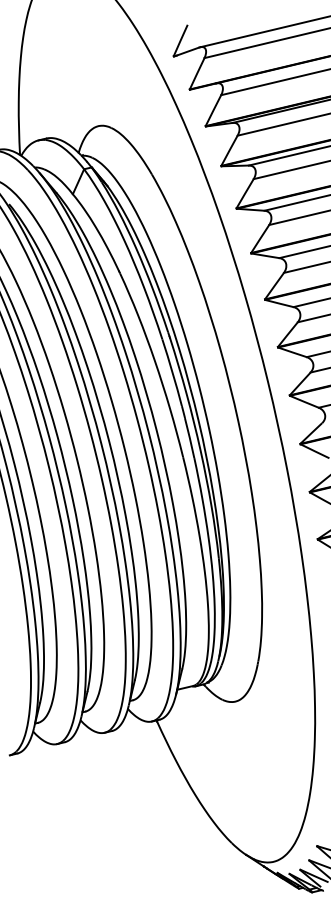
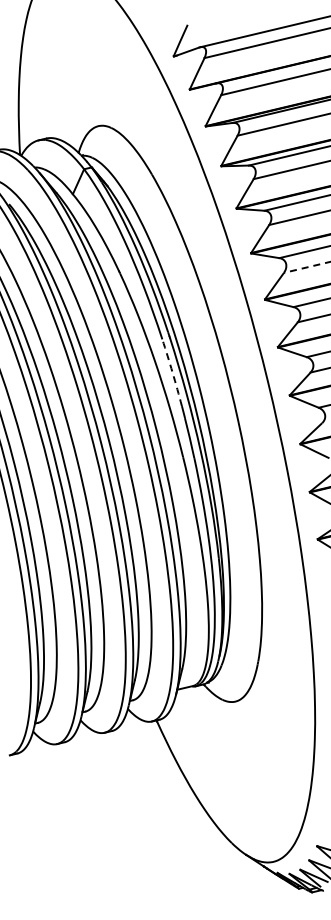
line at (307, 267): solid -> dashed
arc at (172, 372): solid -> dashed
